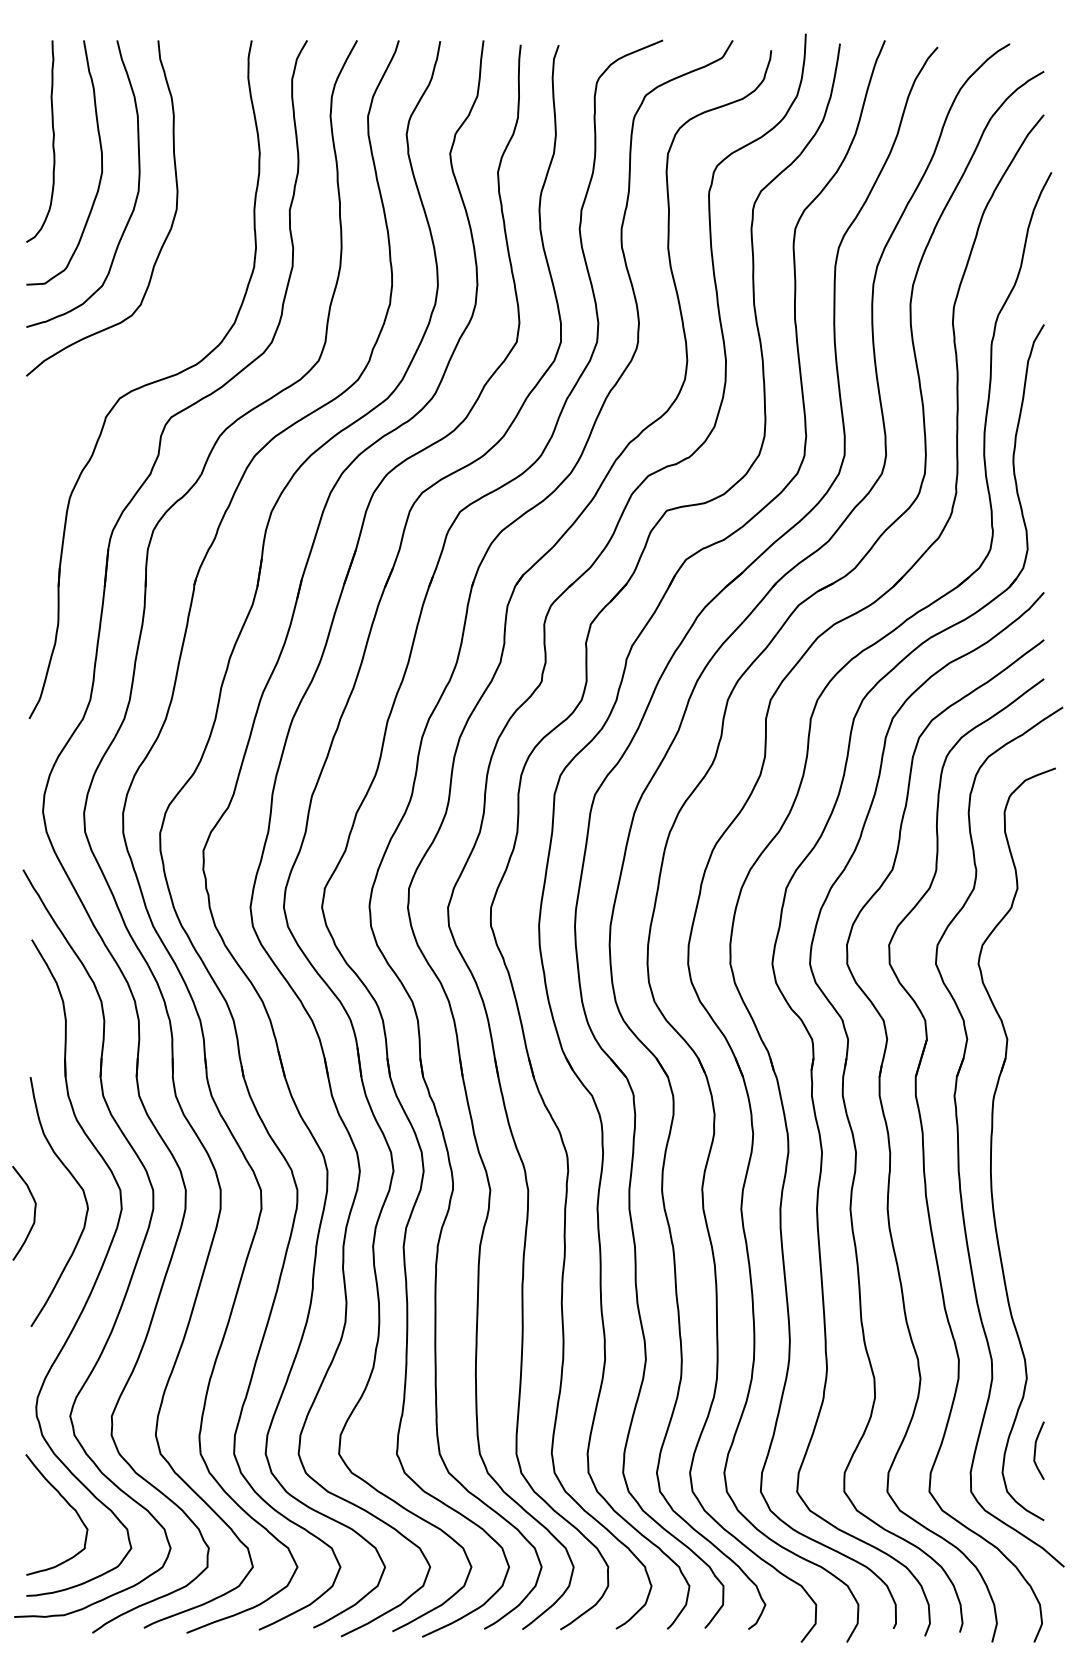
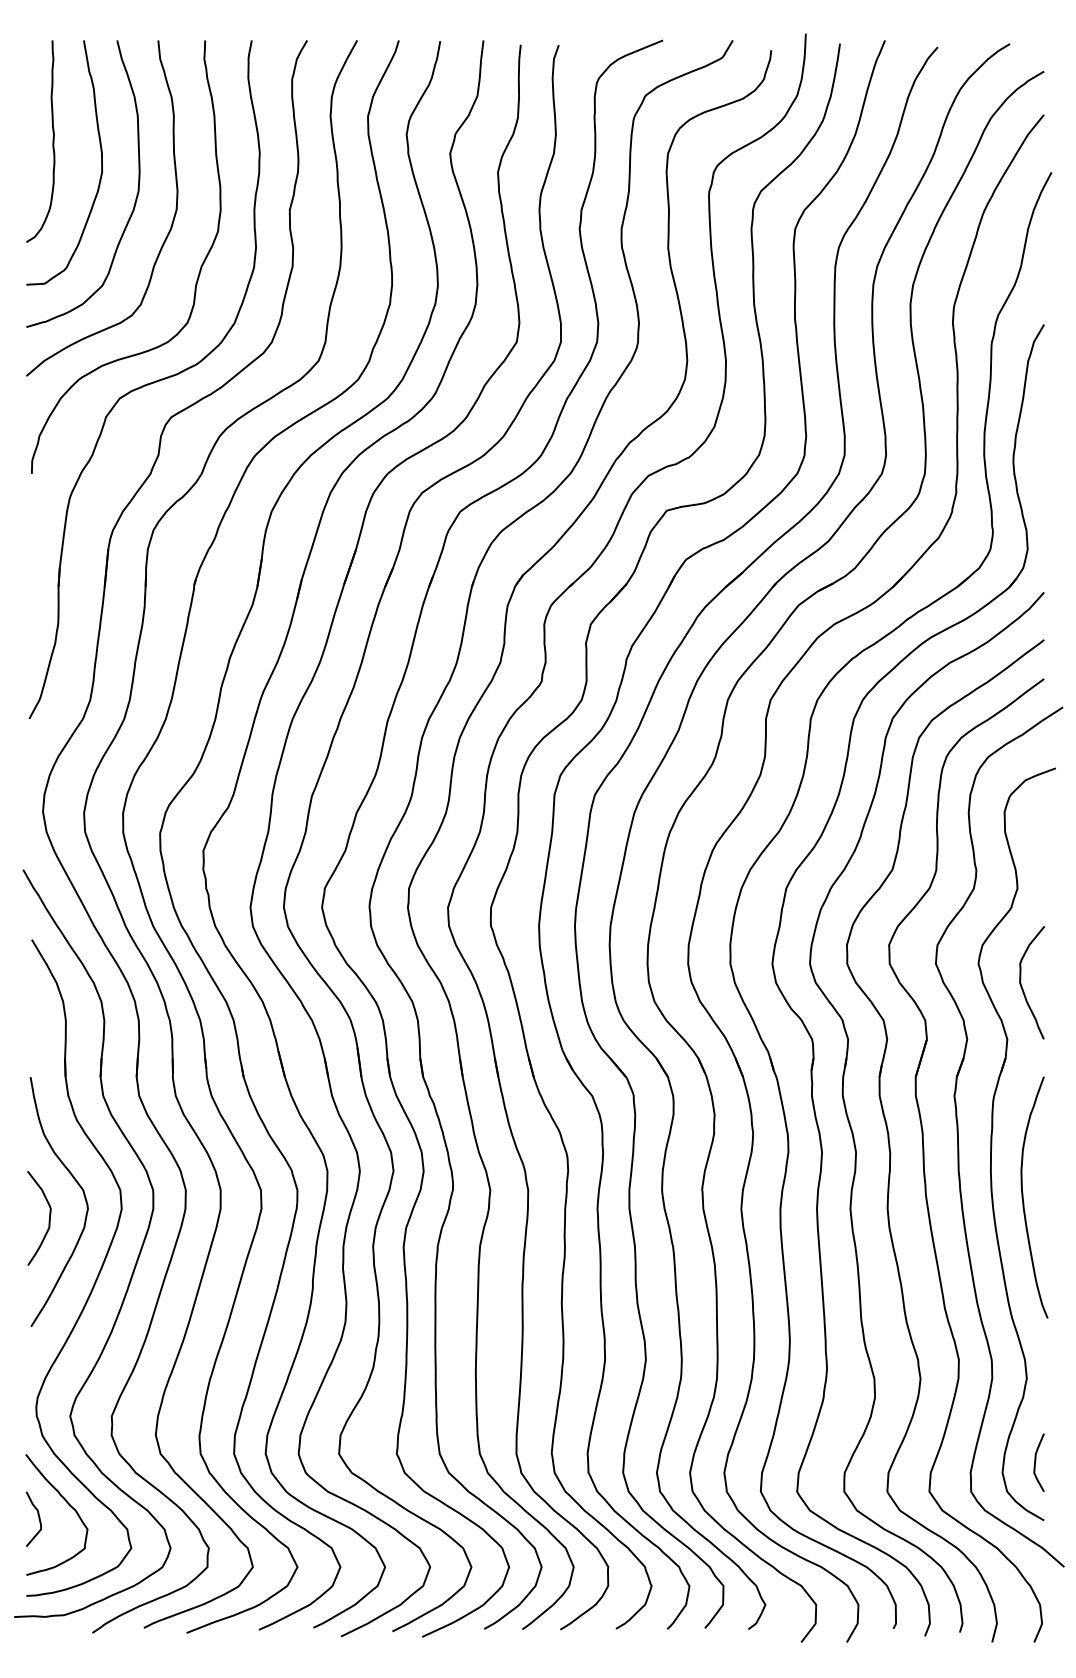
curve at (196, 279): none -> present
curve at (1022, 986): none -> present
curve at (1023, 1197): none -> present
curve at (33, 1215) position: (33, 1215) -> (48, 1220)
curve at (1036, 1449) position: (1036, 1449) -> (1036, 1461)
curve at (38, 1518): none -> present
